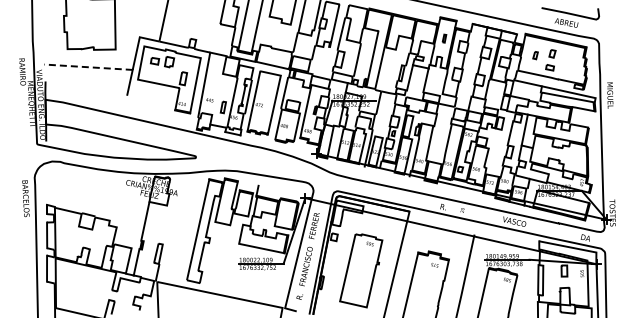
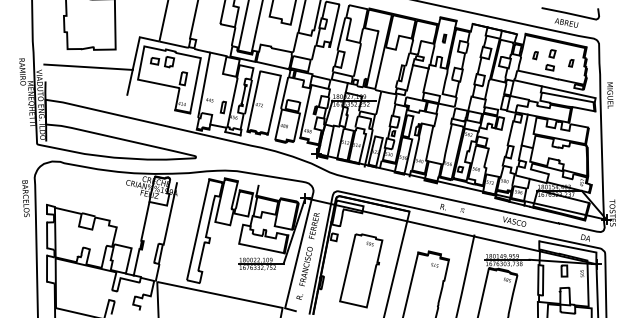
line at (193, 20): none -> present
part at (571, 63): none -> present
line at (88, 67): dashed -> solid
line at (169, 213): none -> present
